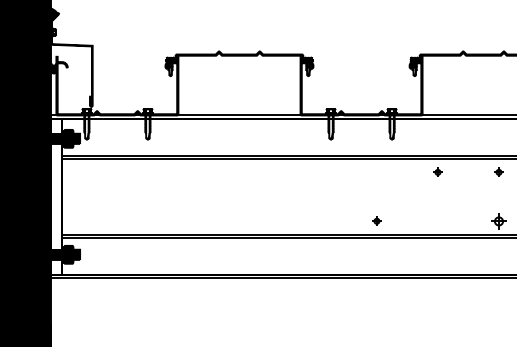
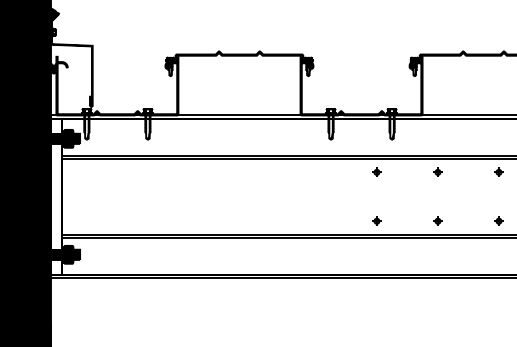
part at (376, 171): none -> present
part at (437, 220): none -> present
part at (498, 221) size: 16x17 px -> 10x10 px
